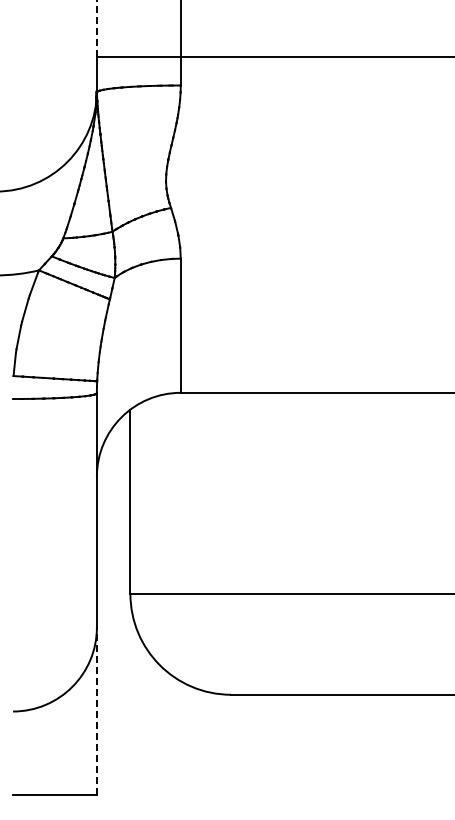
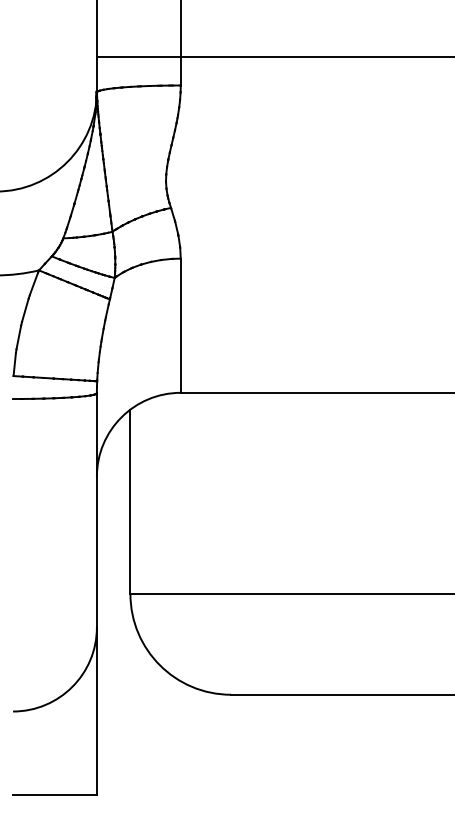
line at (96, 28): dashed -> solid
line at (96, 711): dashed -> solid
